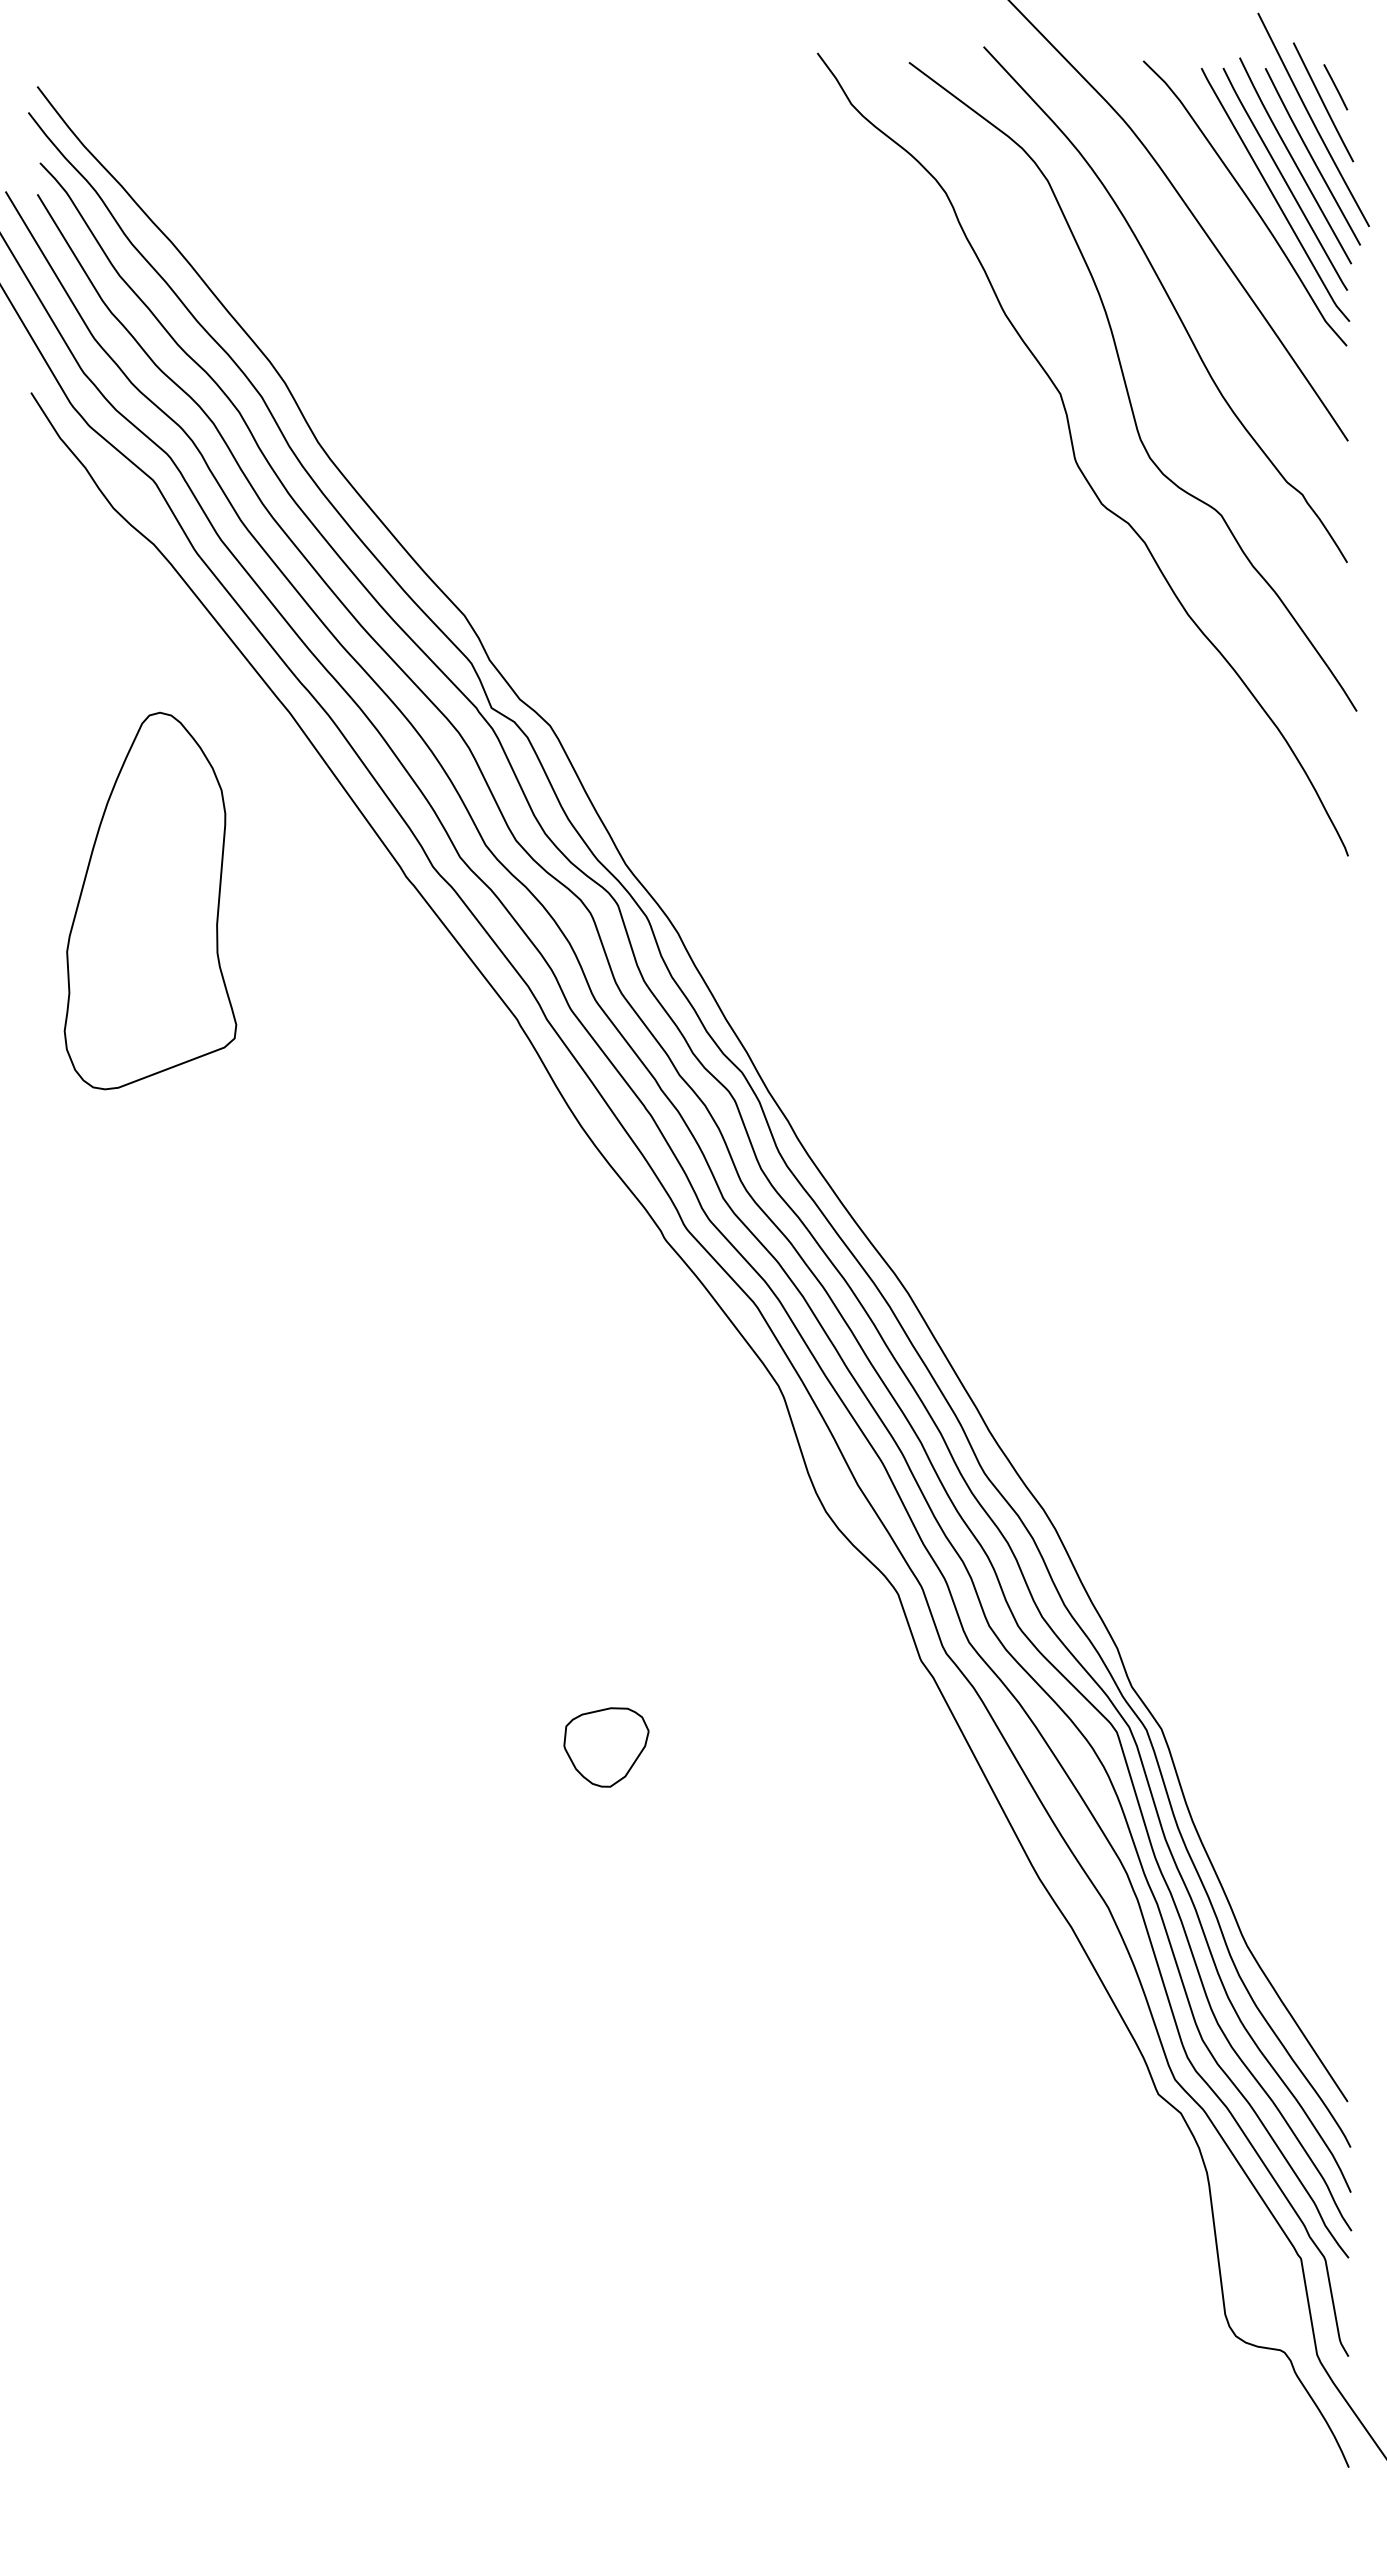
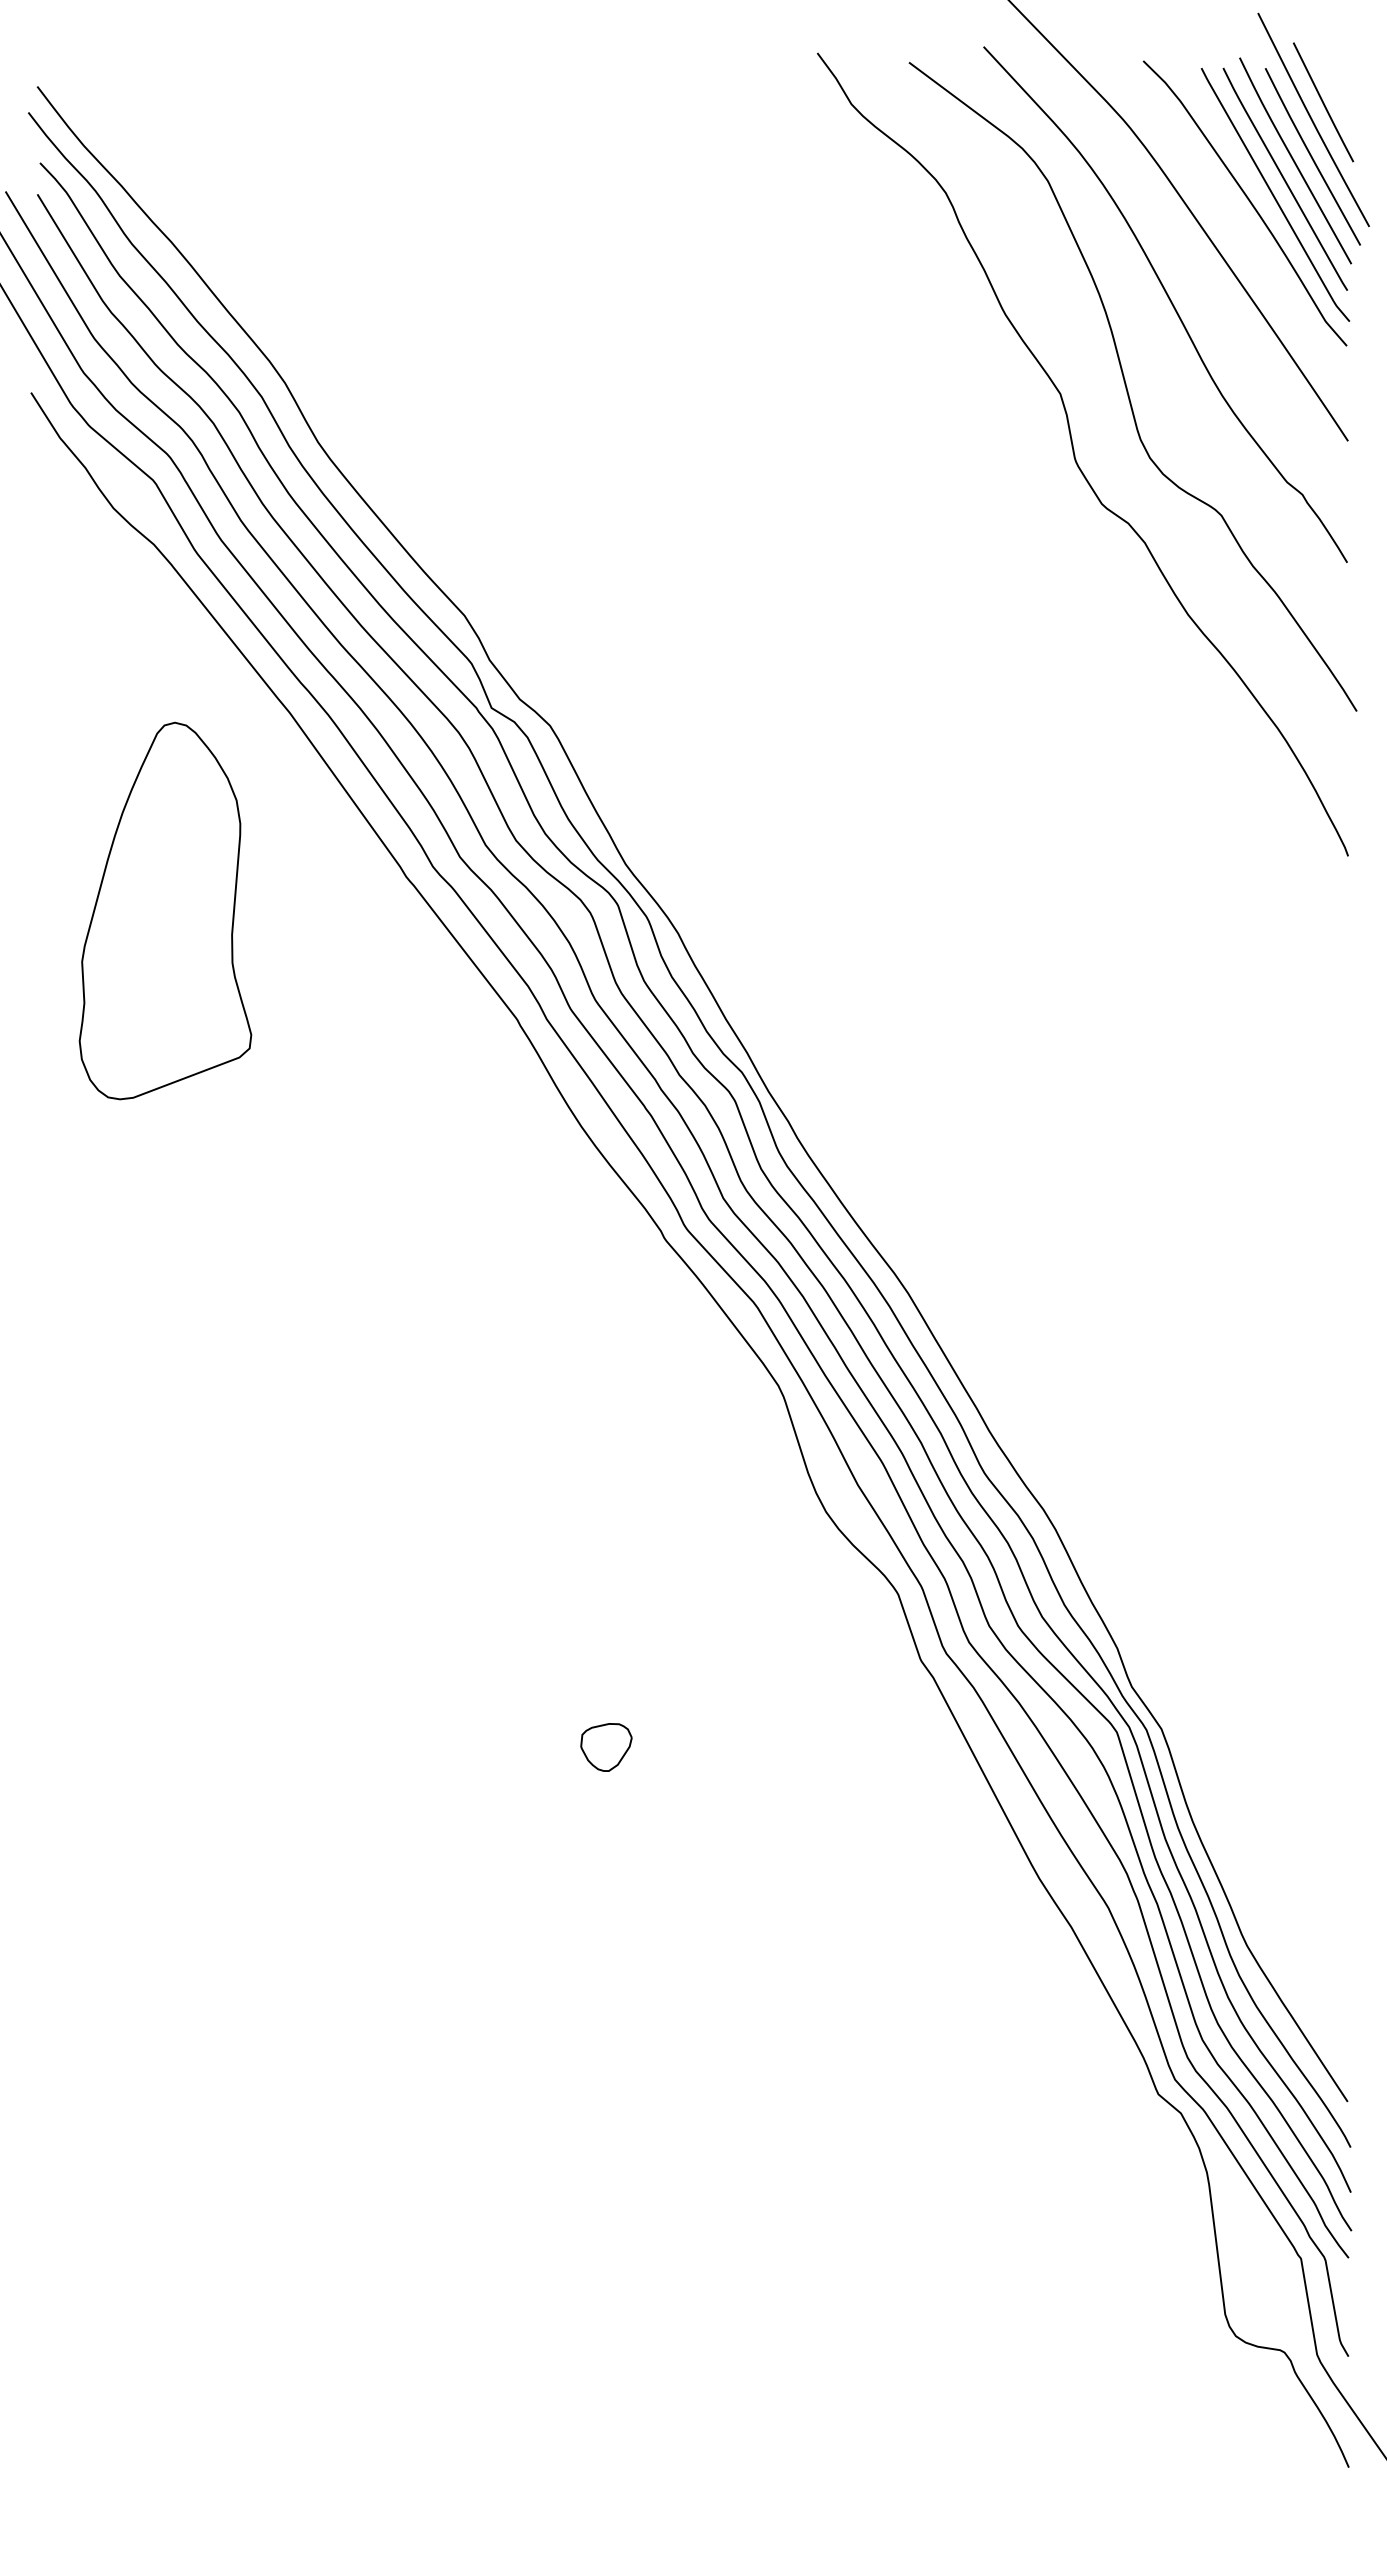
line at (1335, 87): present -> none
part at (150, 900) position: (150, 900) -> (165, 910)
part at (606, 1747) size: 87x81 px -> 53x49 px
